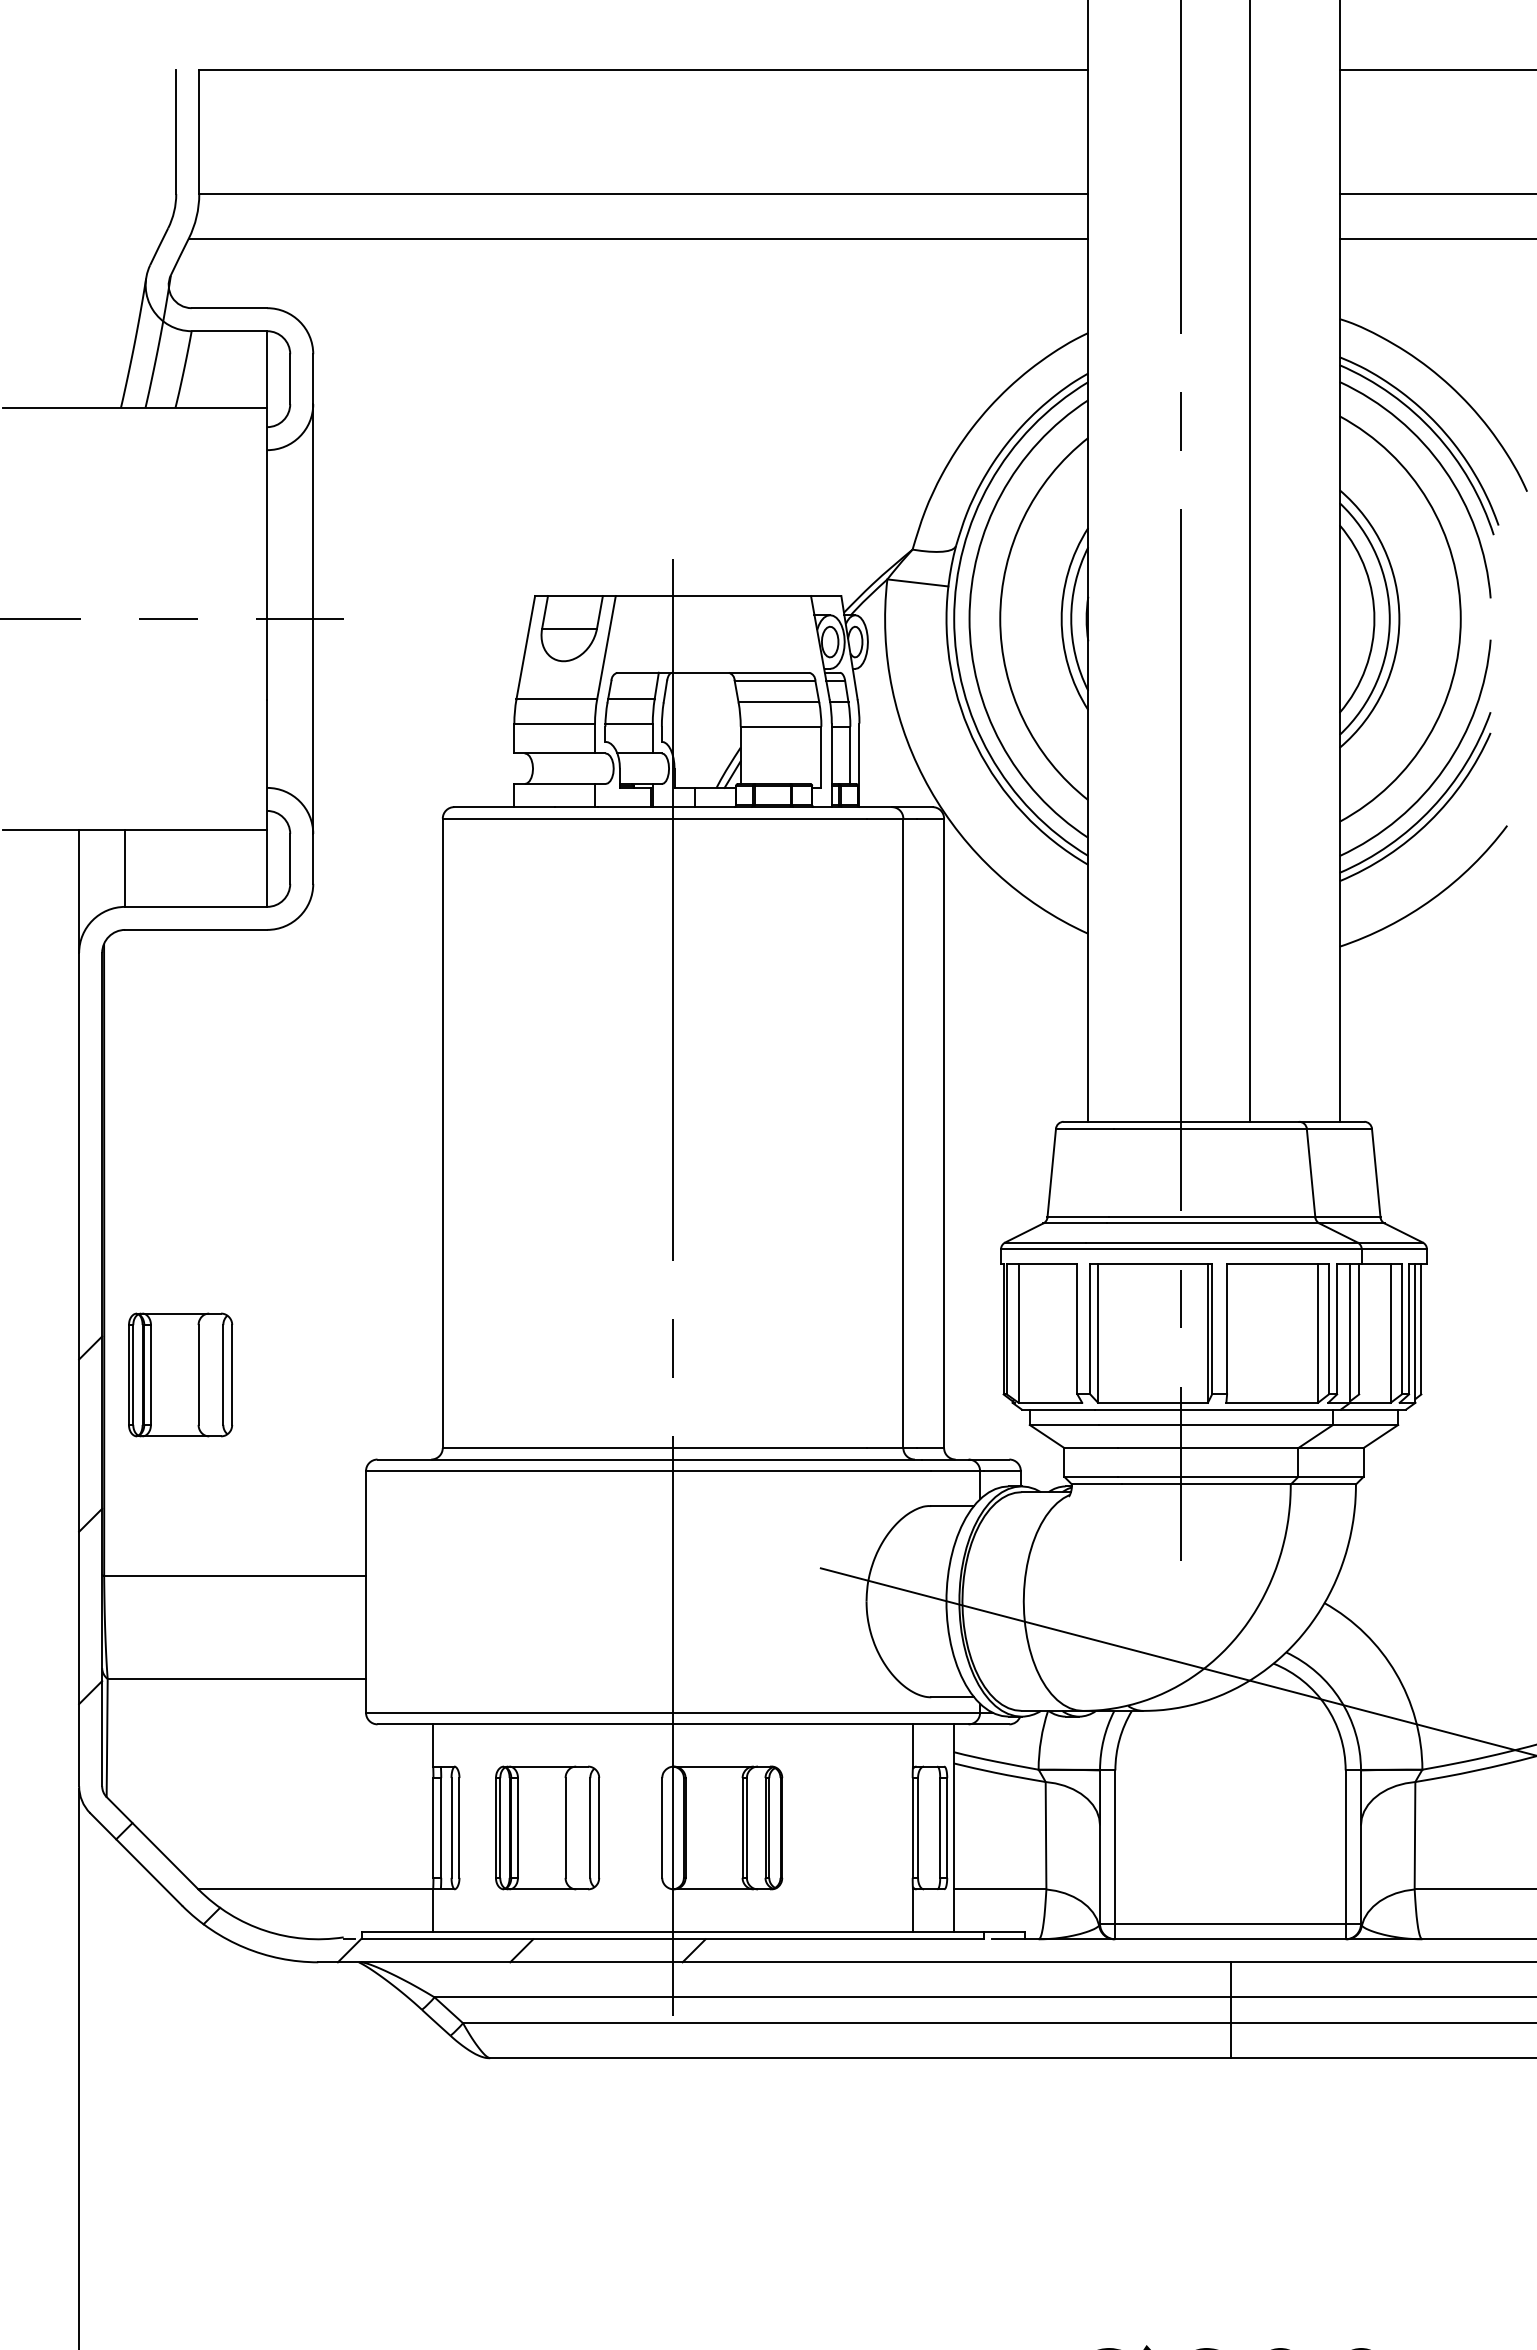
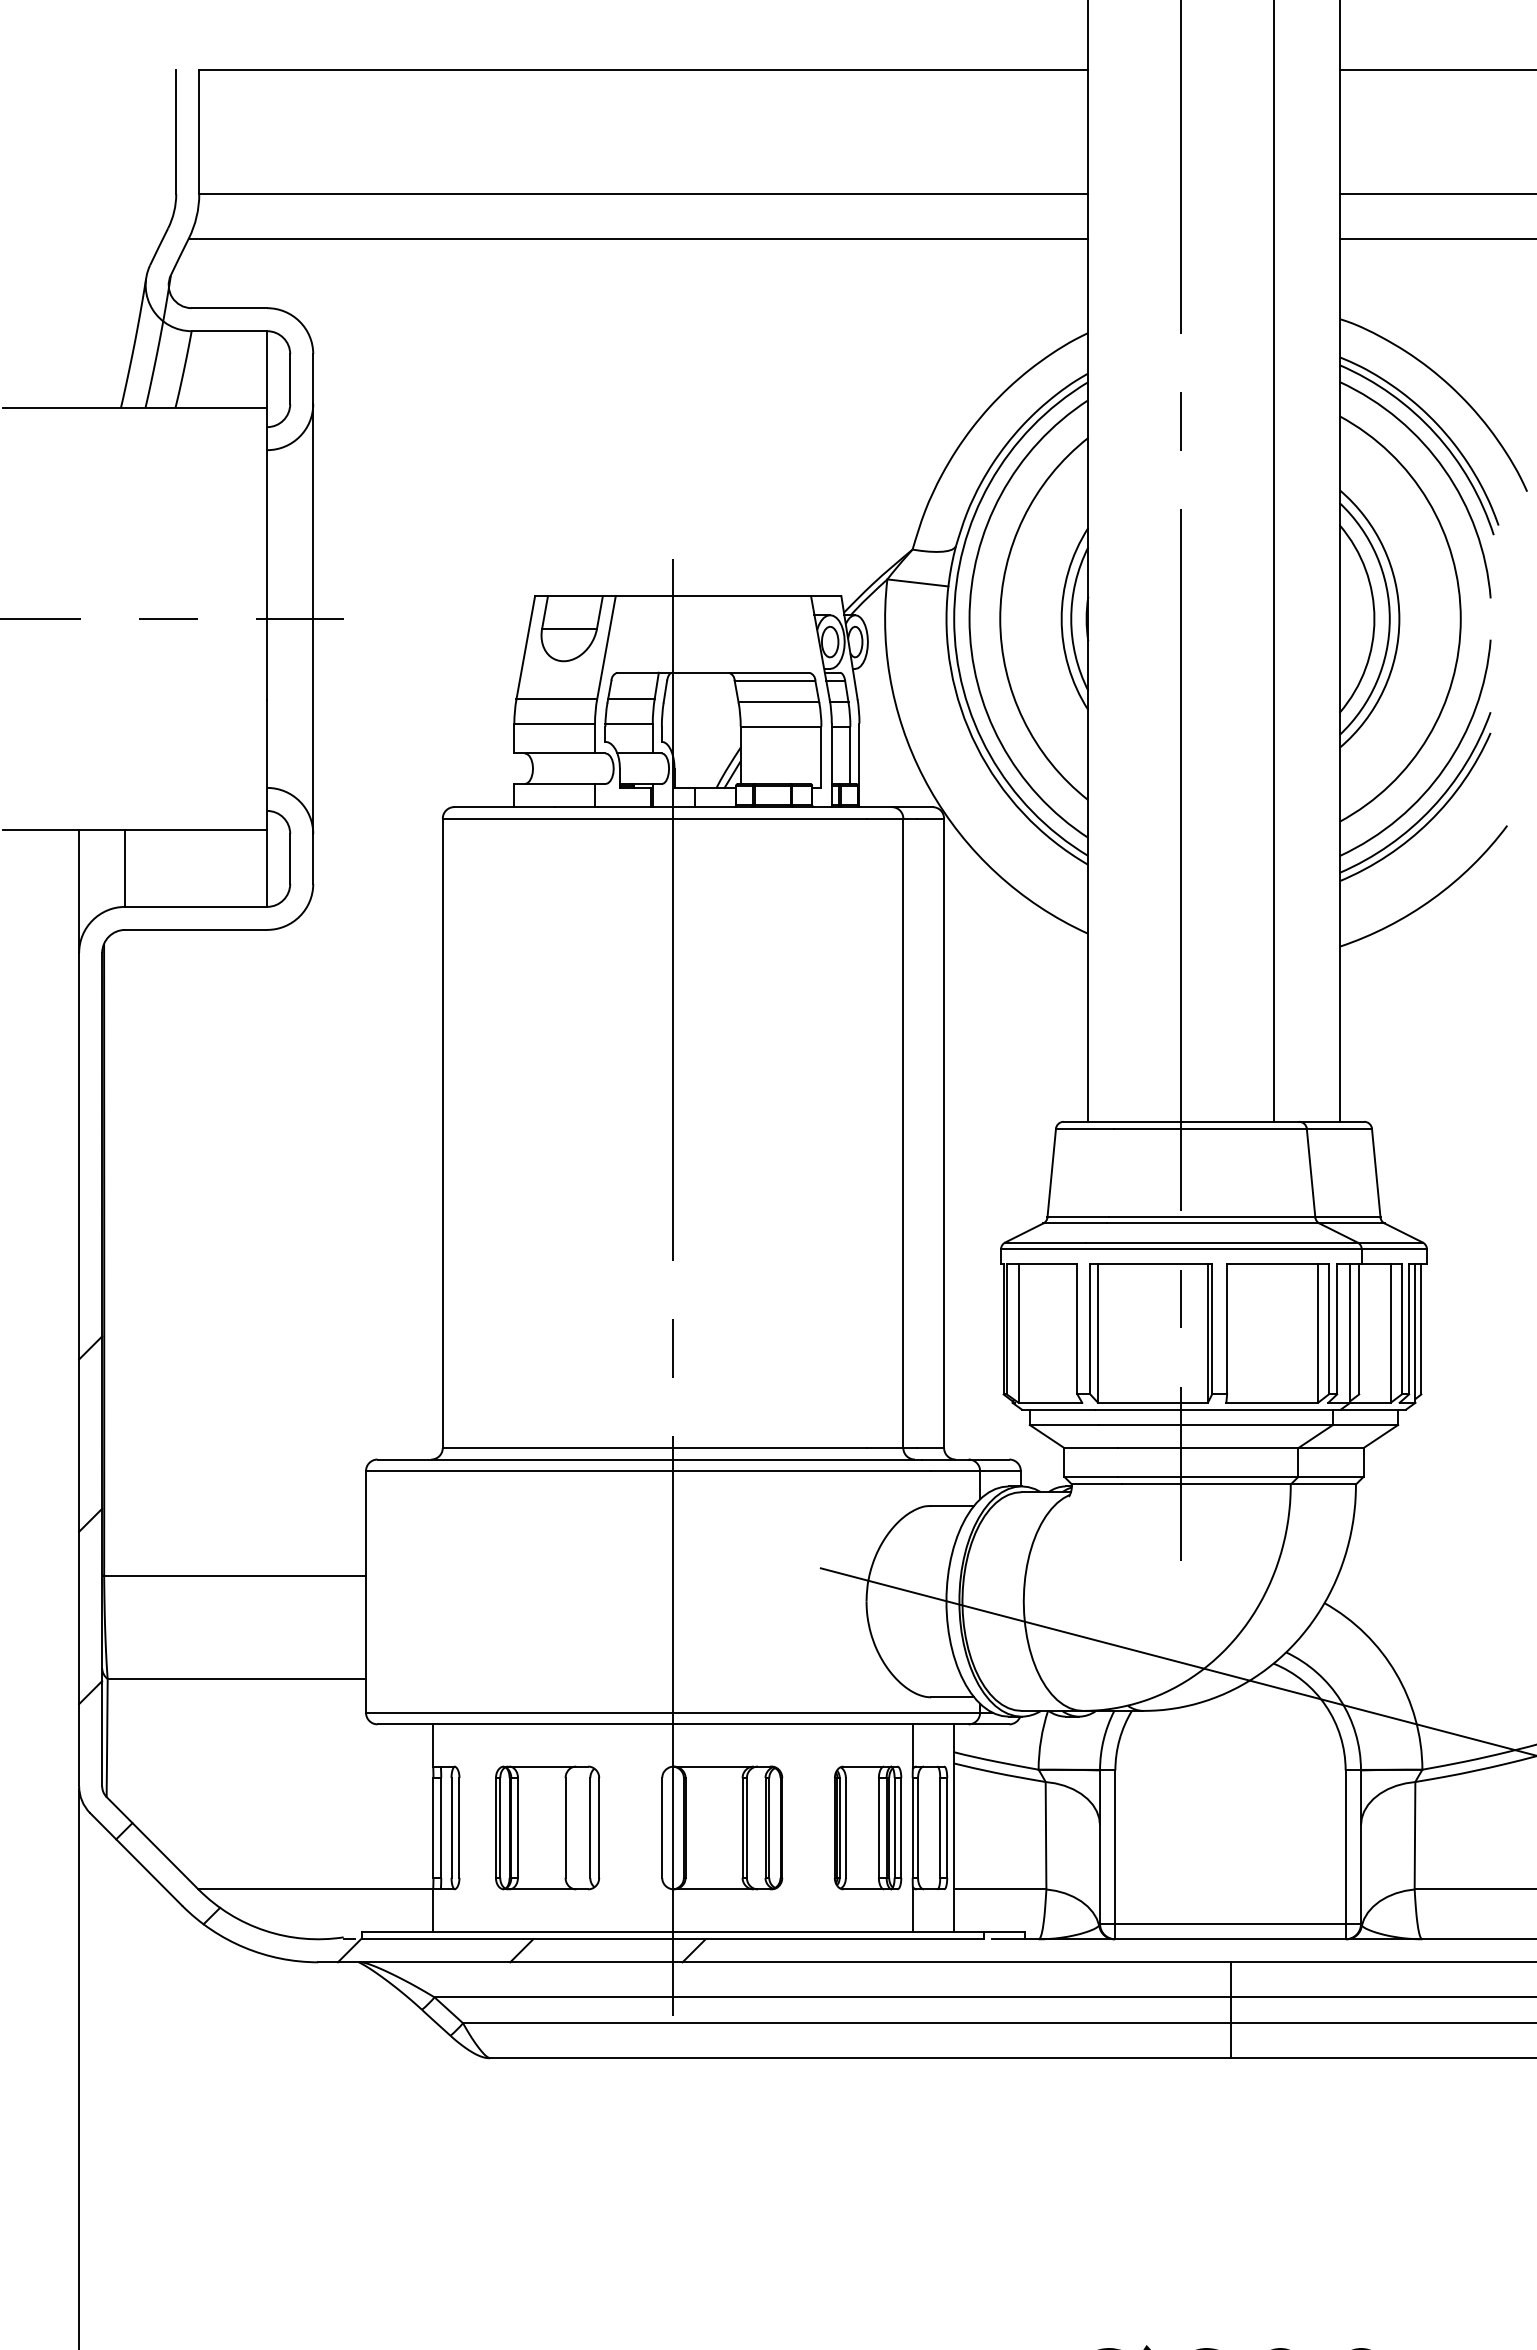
line at (1250, 561) position: (1250, 561) -> (1274, 561)
part at (180, 1374): present -> none
part at (868, 1827): none -> present
